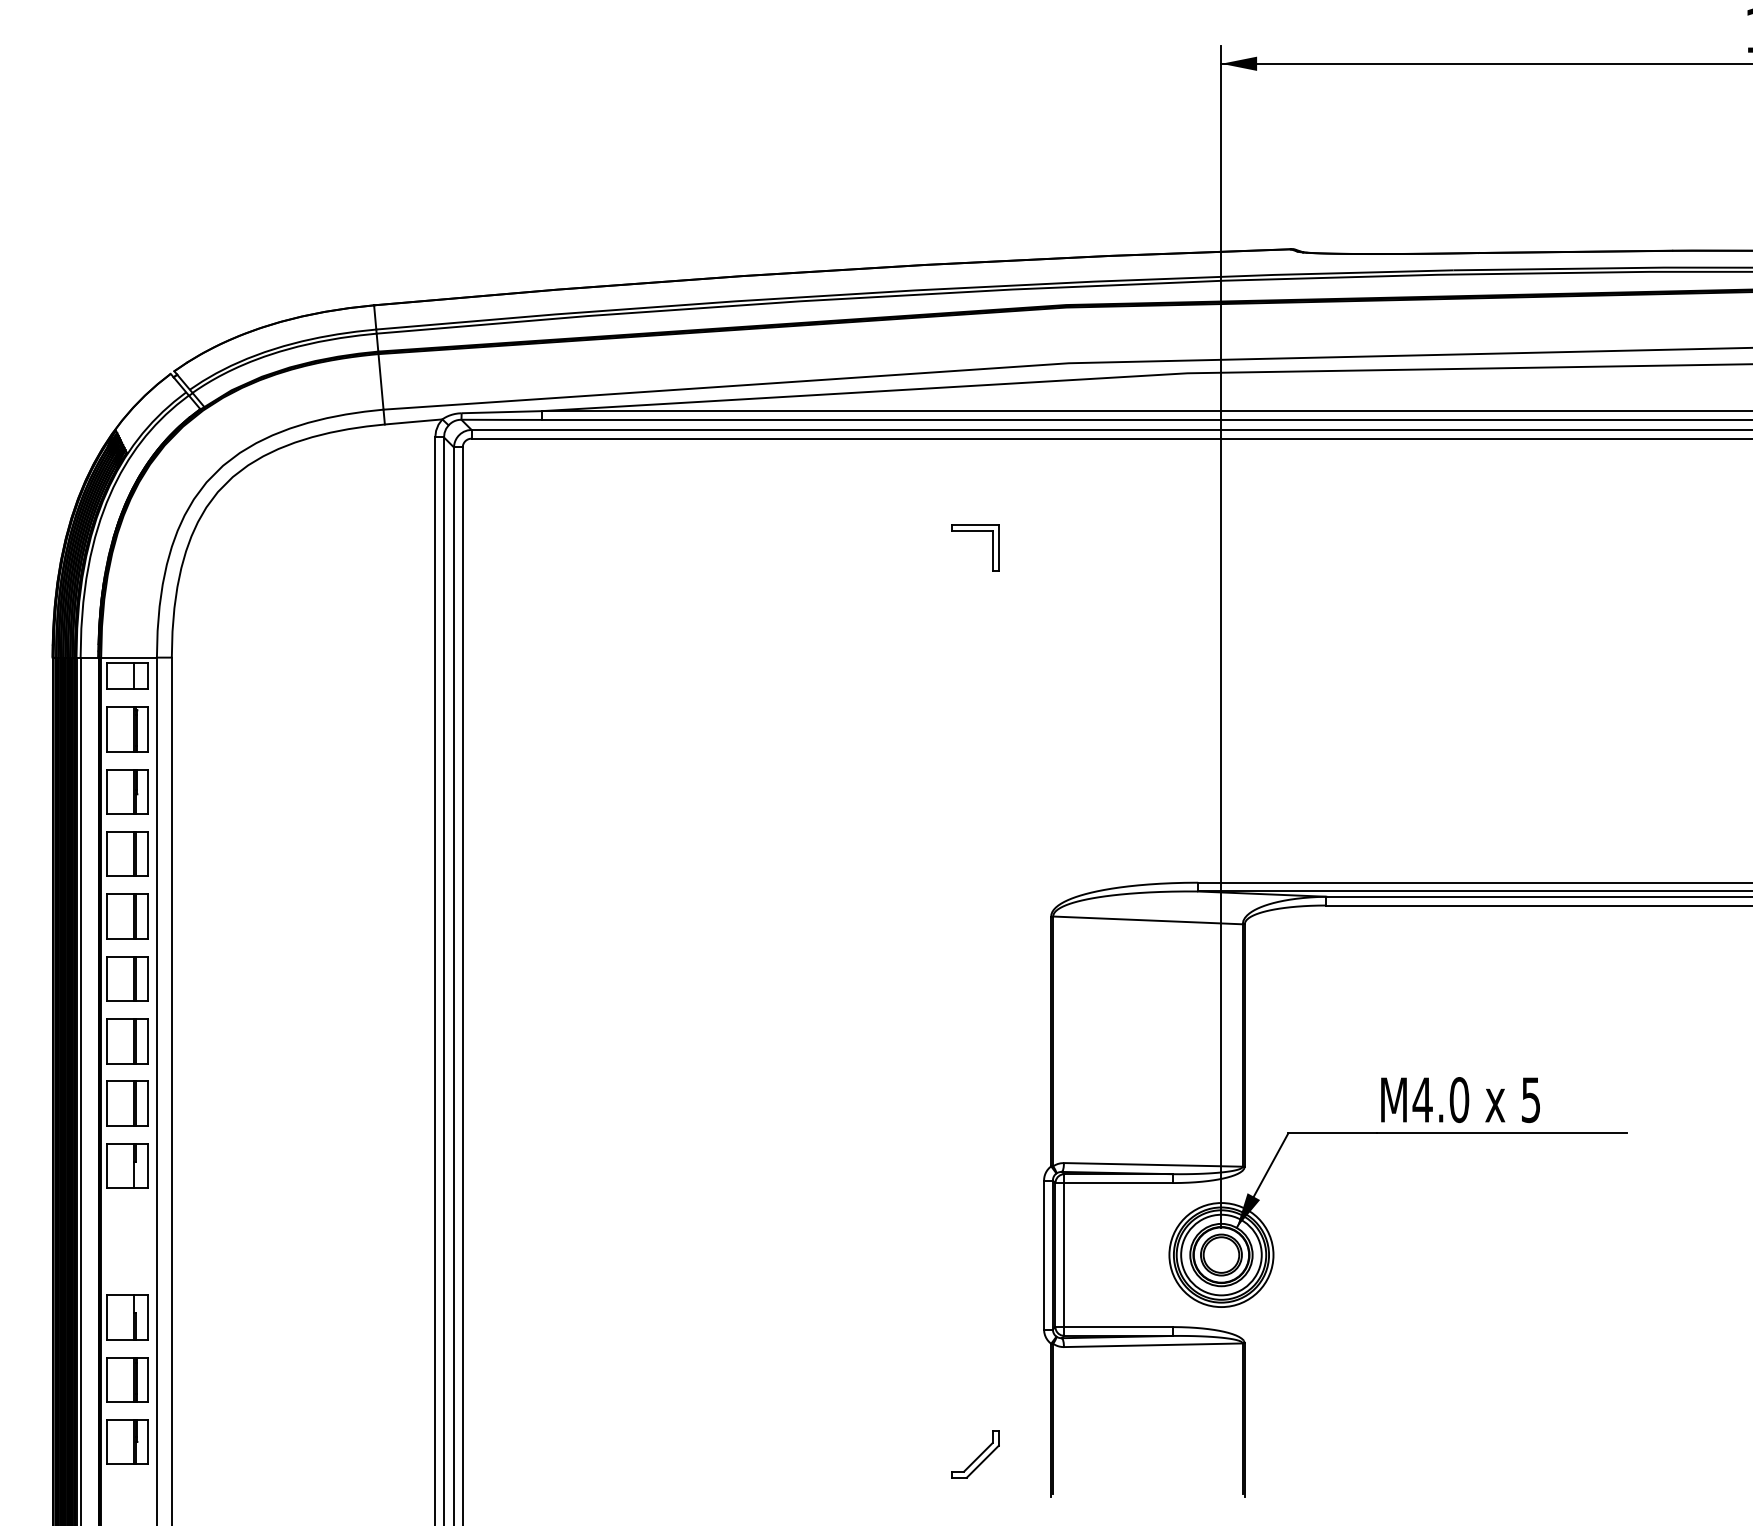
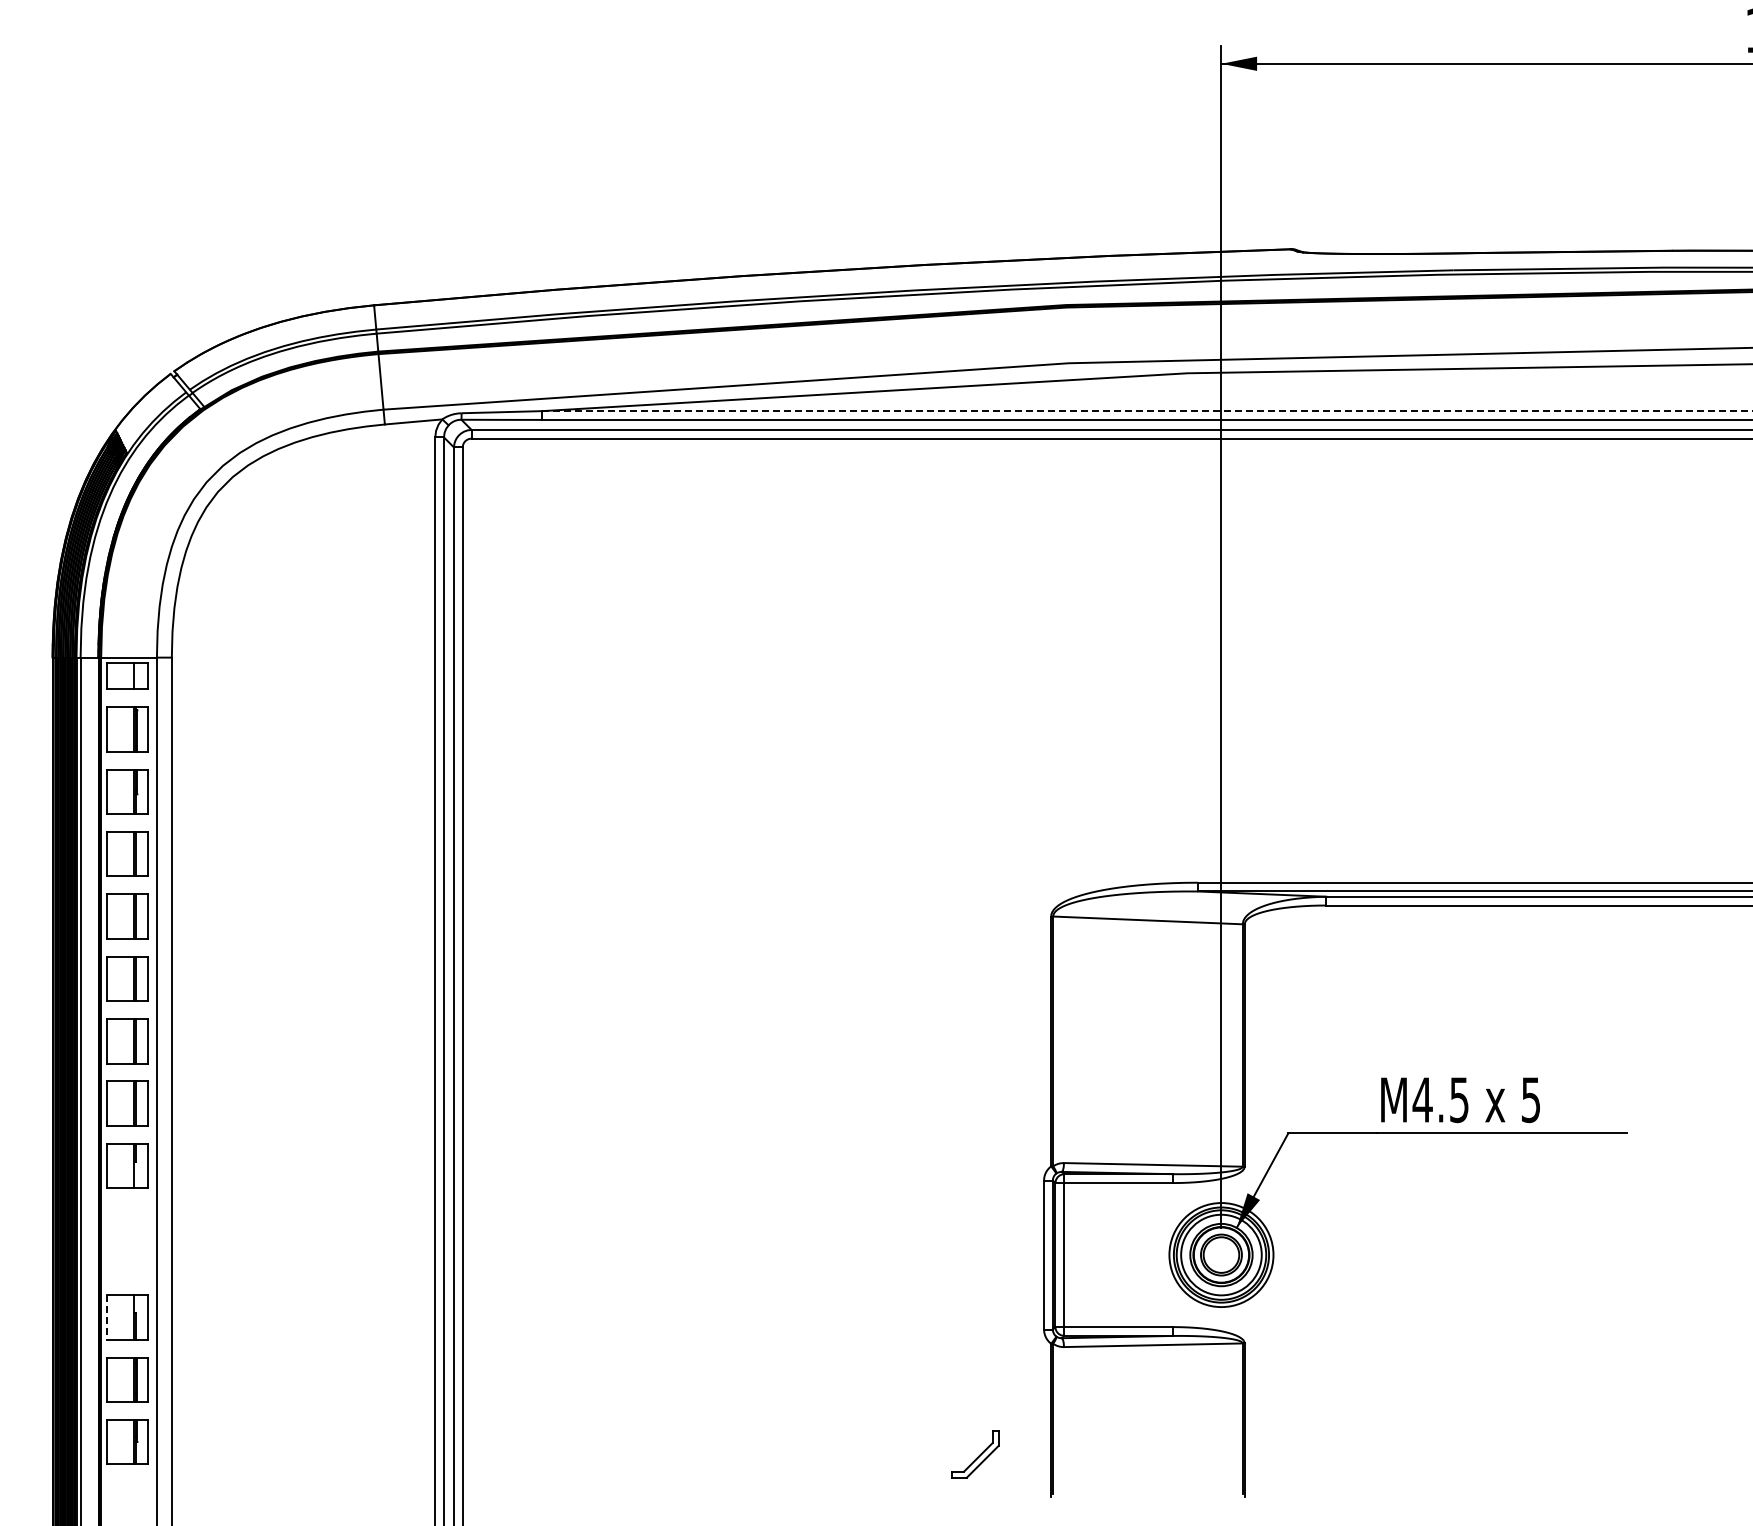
line at (1147, 411): solid -> dashed
part at (975, 531): present -> none
text at (1459, 1100): M4.0 -> M4.5
line at (107, 1317): solid -> dashed
